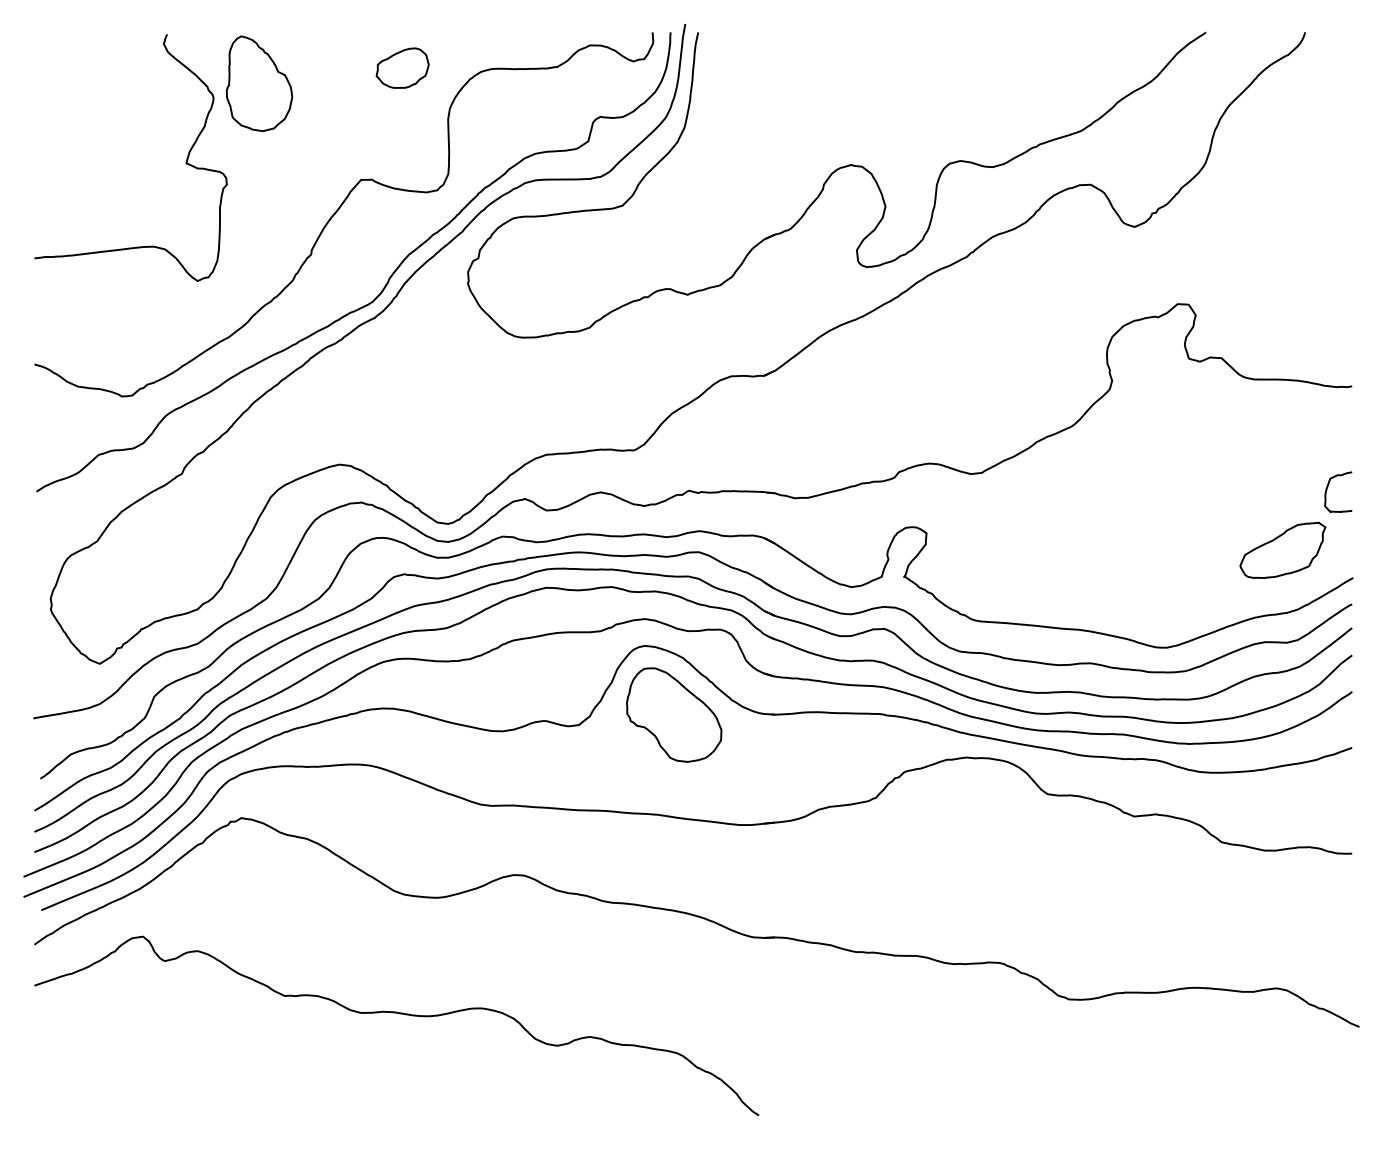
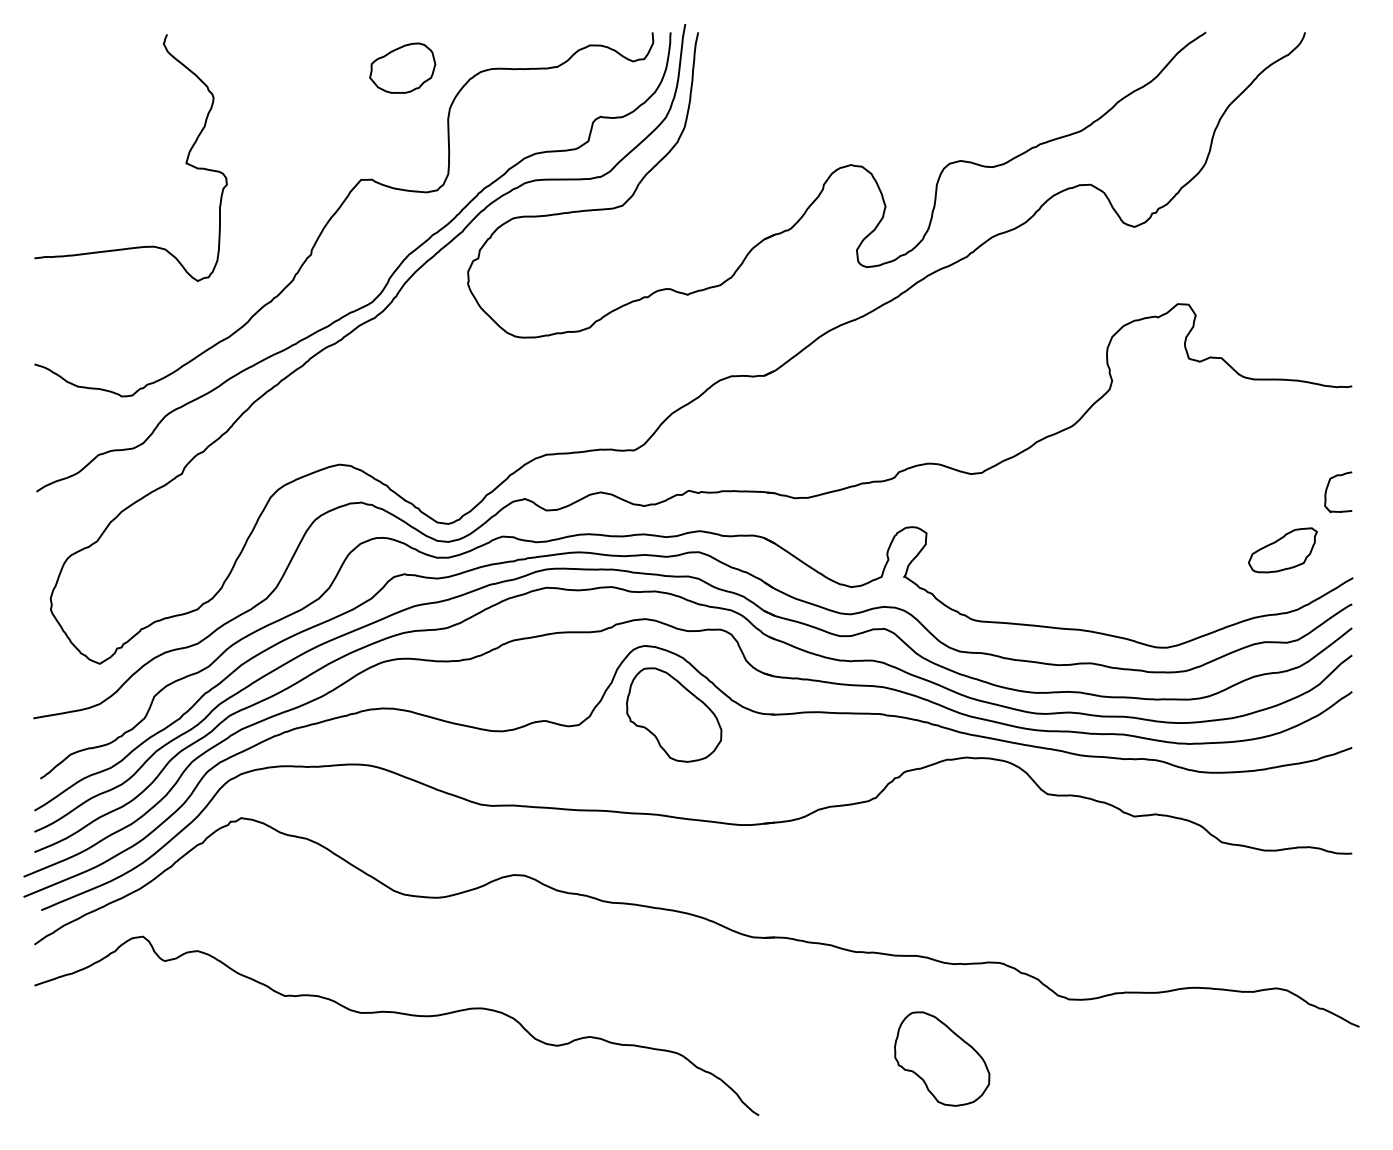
part at (402, 67) size: 55x42 px -> 68x52 px
part at (259, 83): present -> none
part at (1282, 549) size: 88x58 px -> 70x47 px
part at (942, 1058): none -> present
